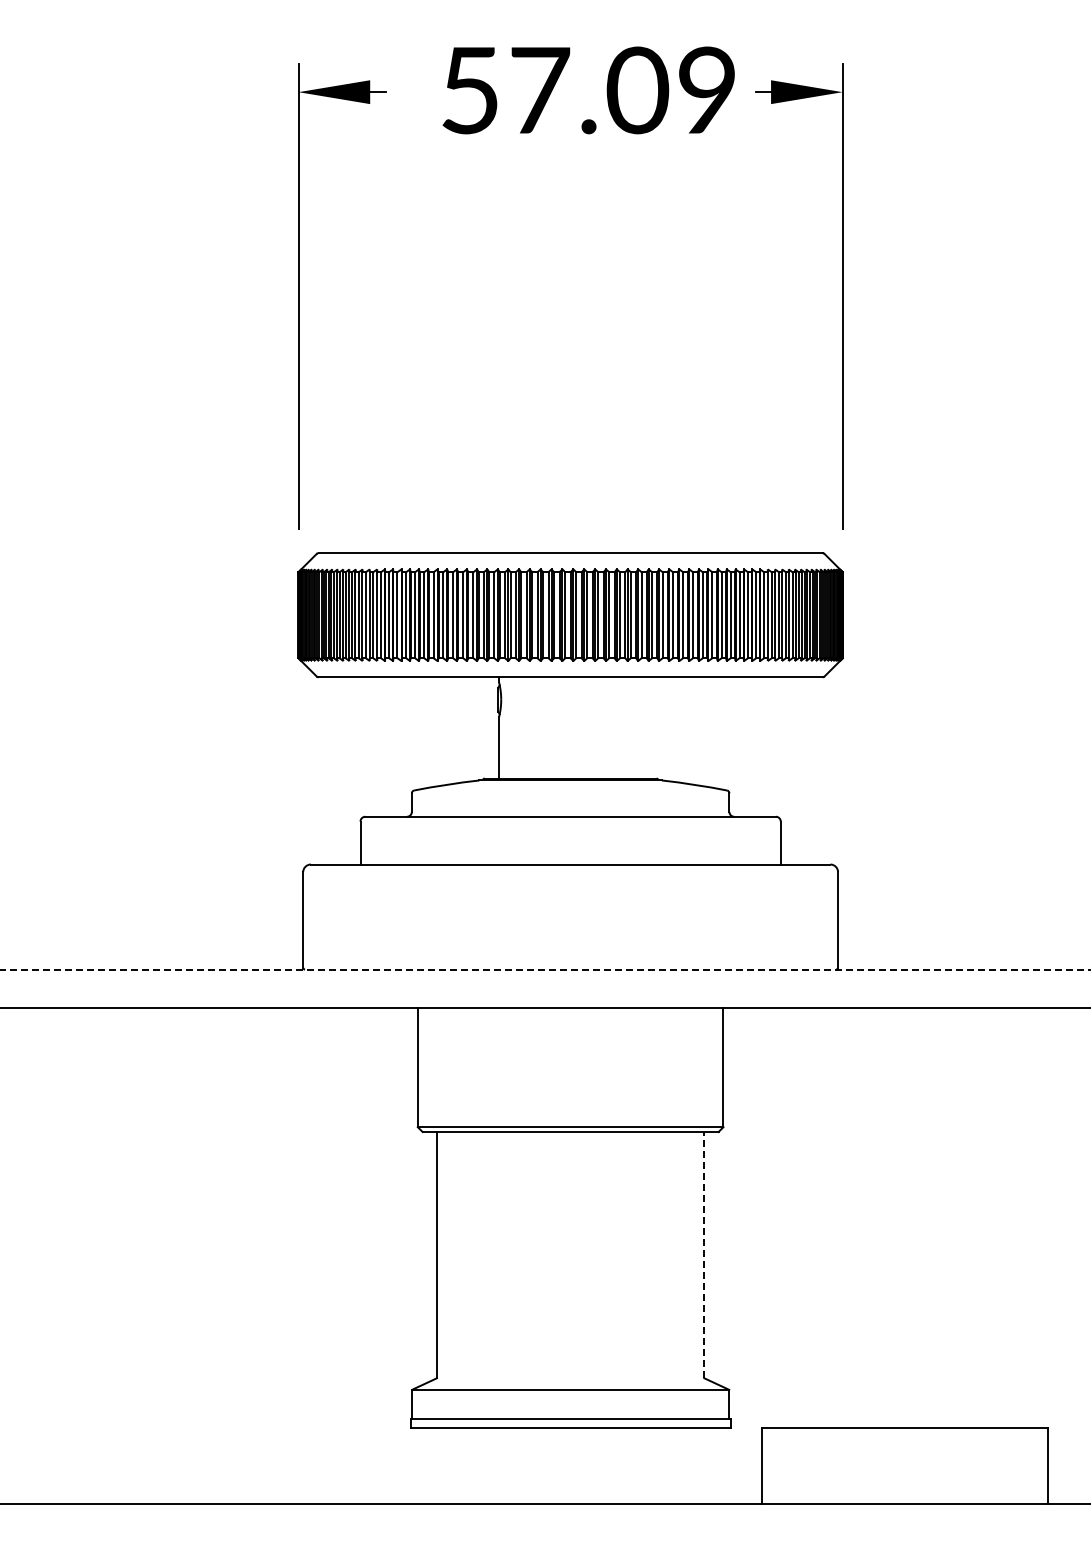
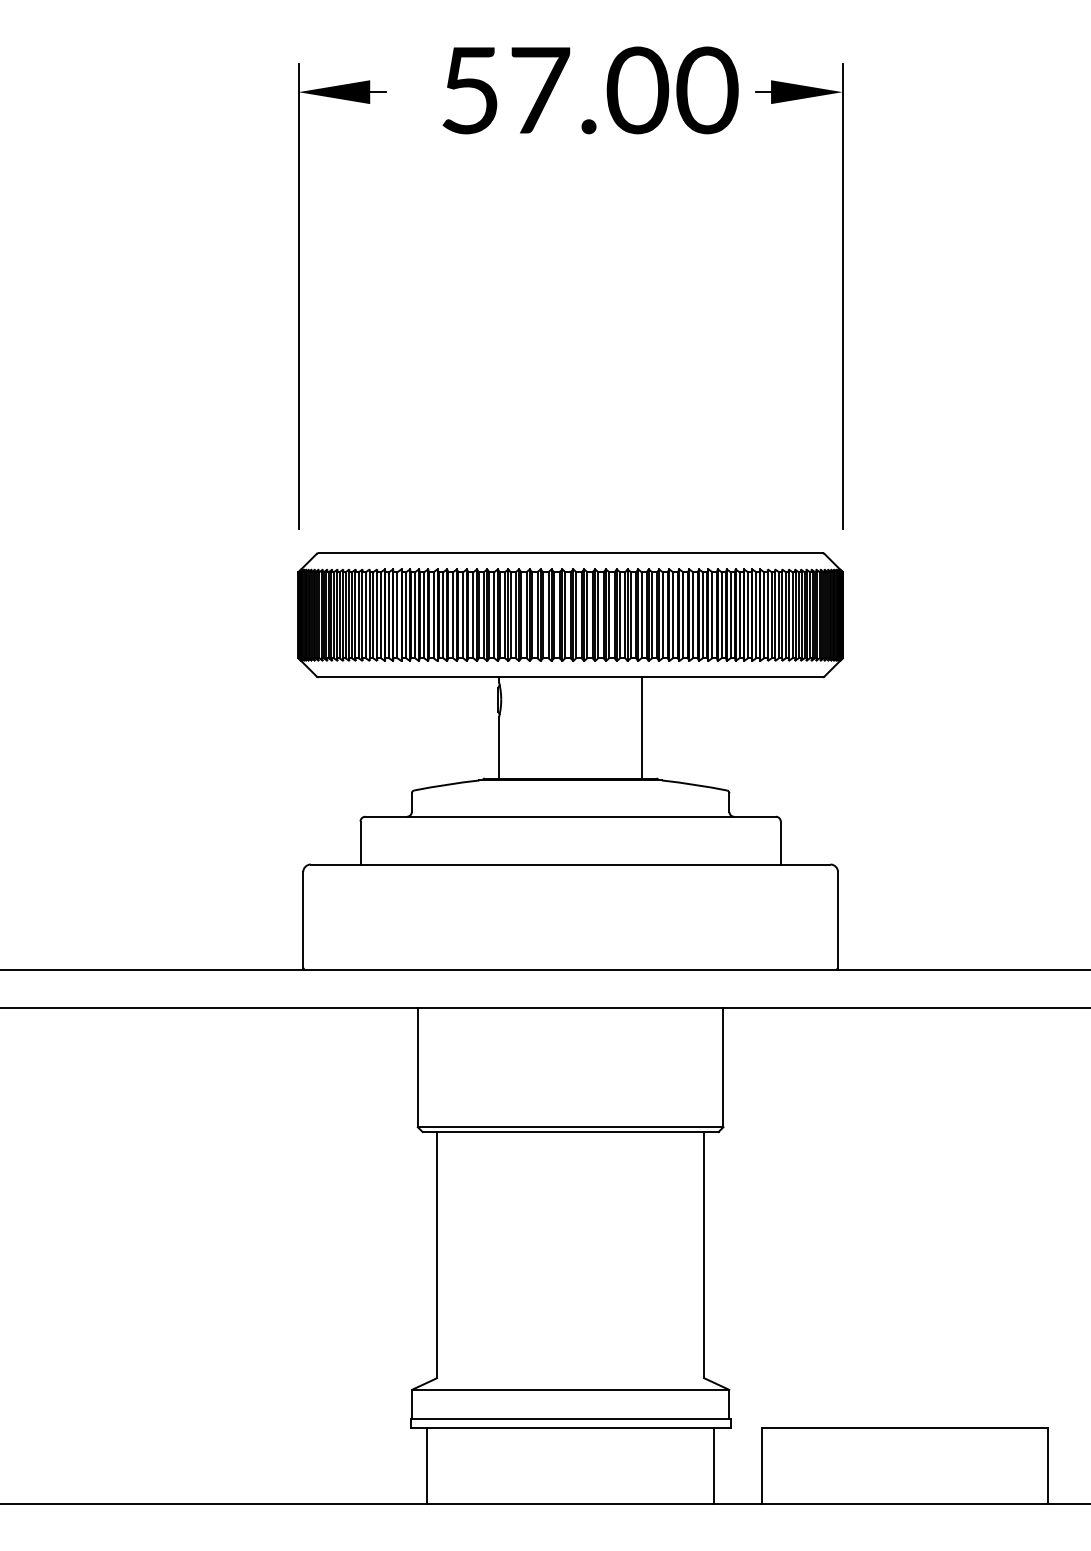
text at (707, 90): 57.09 -> 57.00
line at (642, 727): none -> present
line at (545, 969): dashed -> solid
line at (704, 1254): dashed -> solid
line at (427, 1466): none -> present
line at (713, 1466): none -> present
